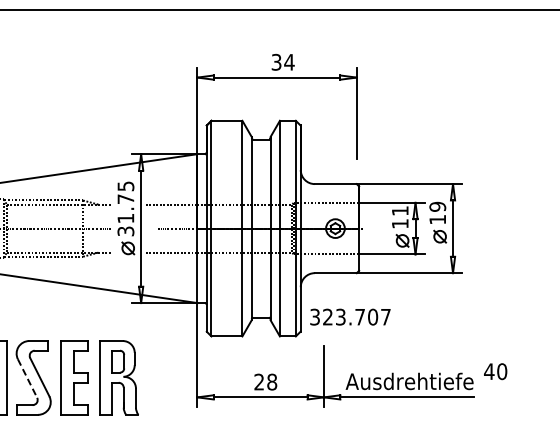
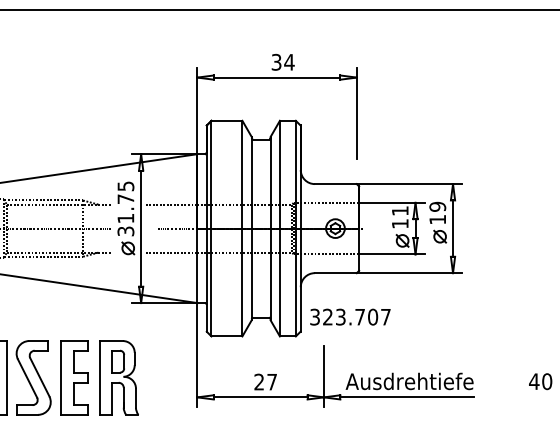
text at (495, 371) position: (495, 371) -> (540, 381)
line at (27, 378): dashed -> solid
text at (272, 381): 28 -> 27
